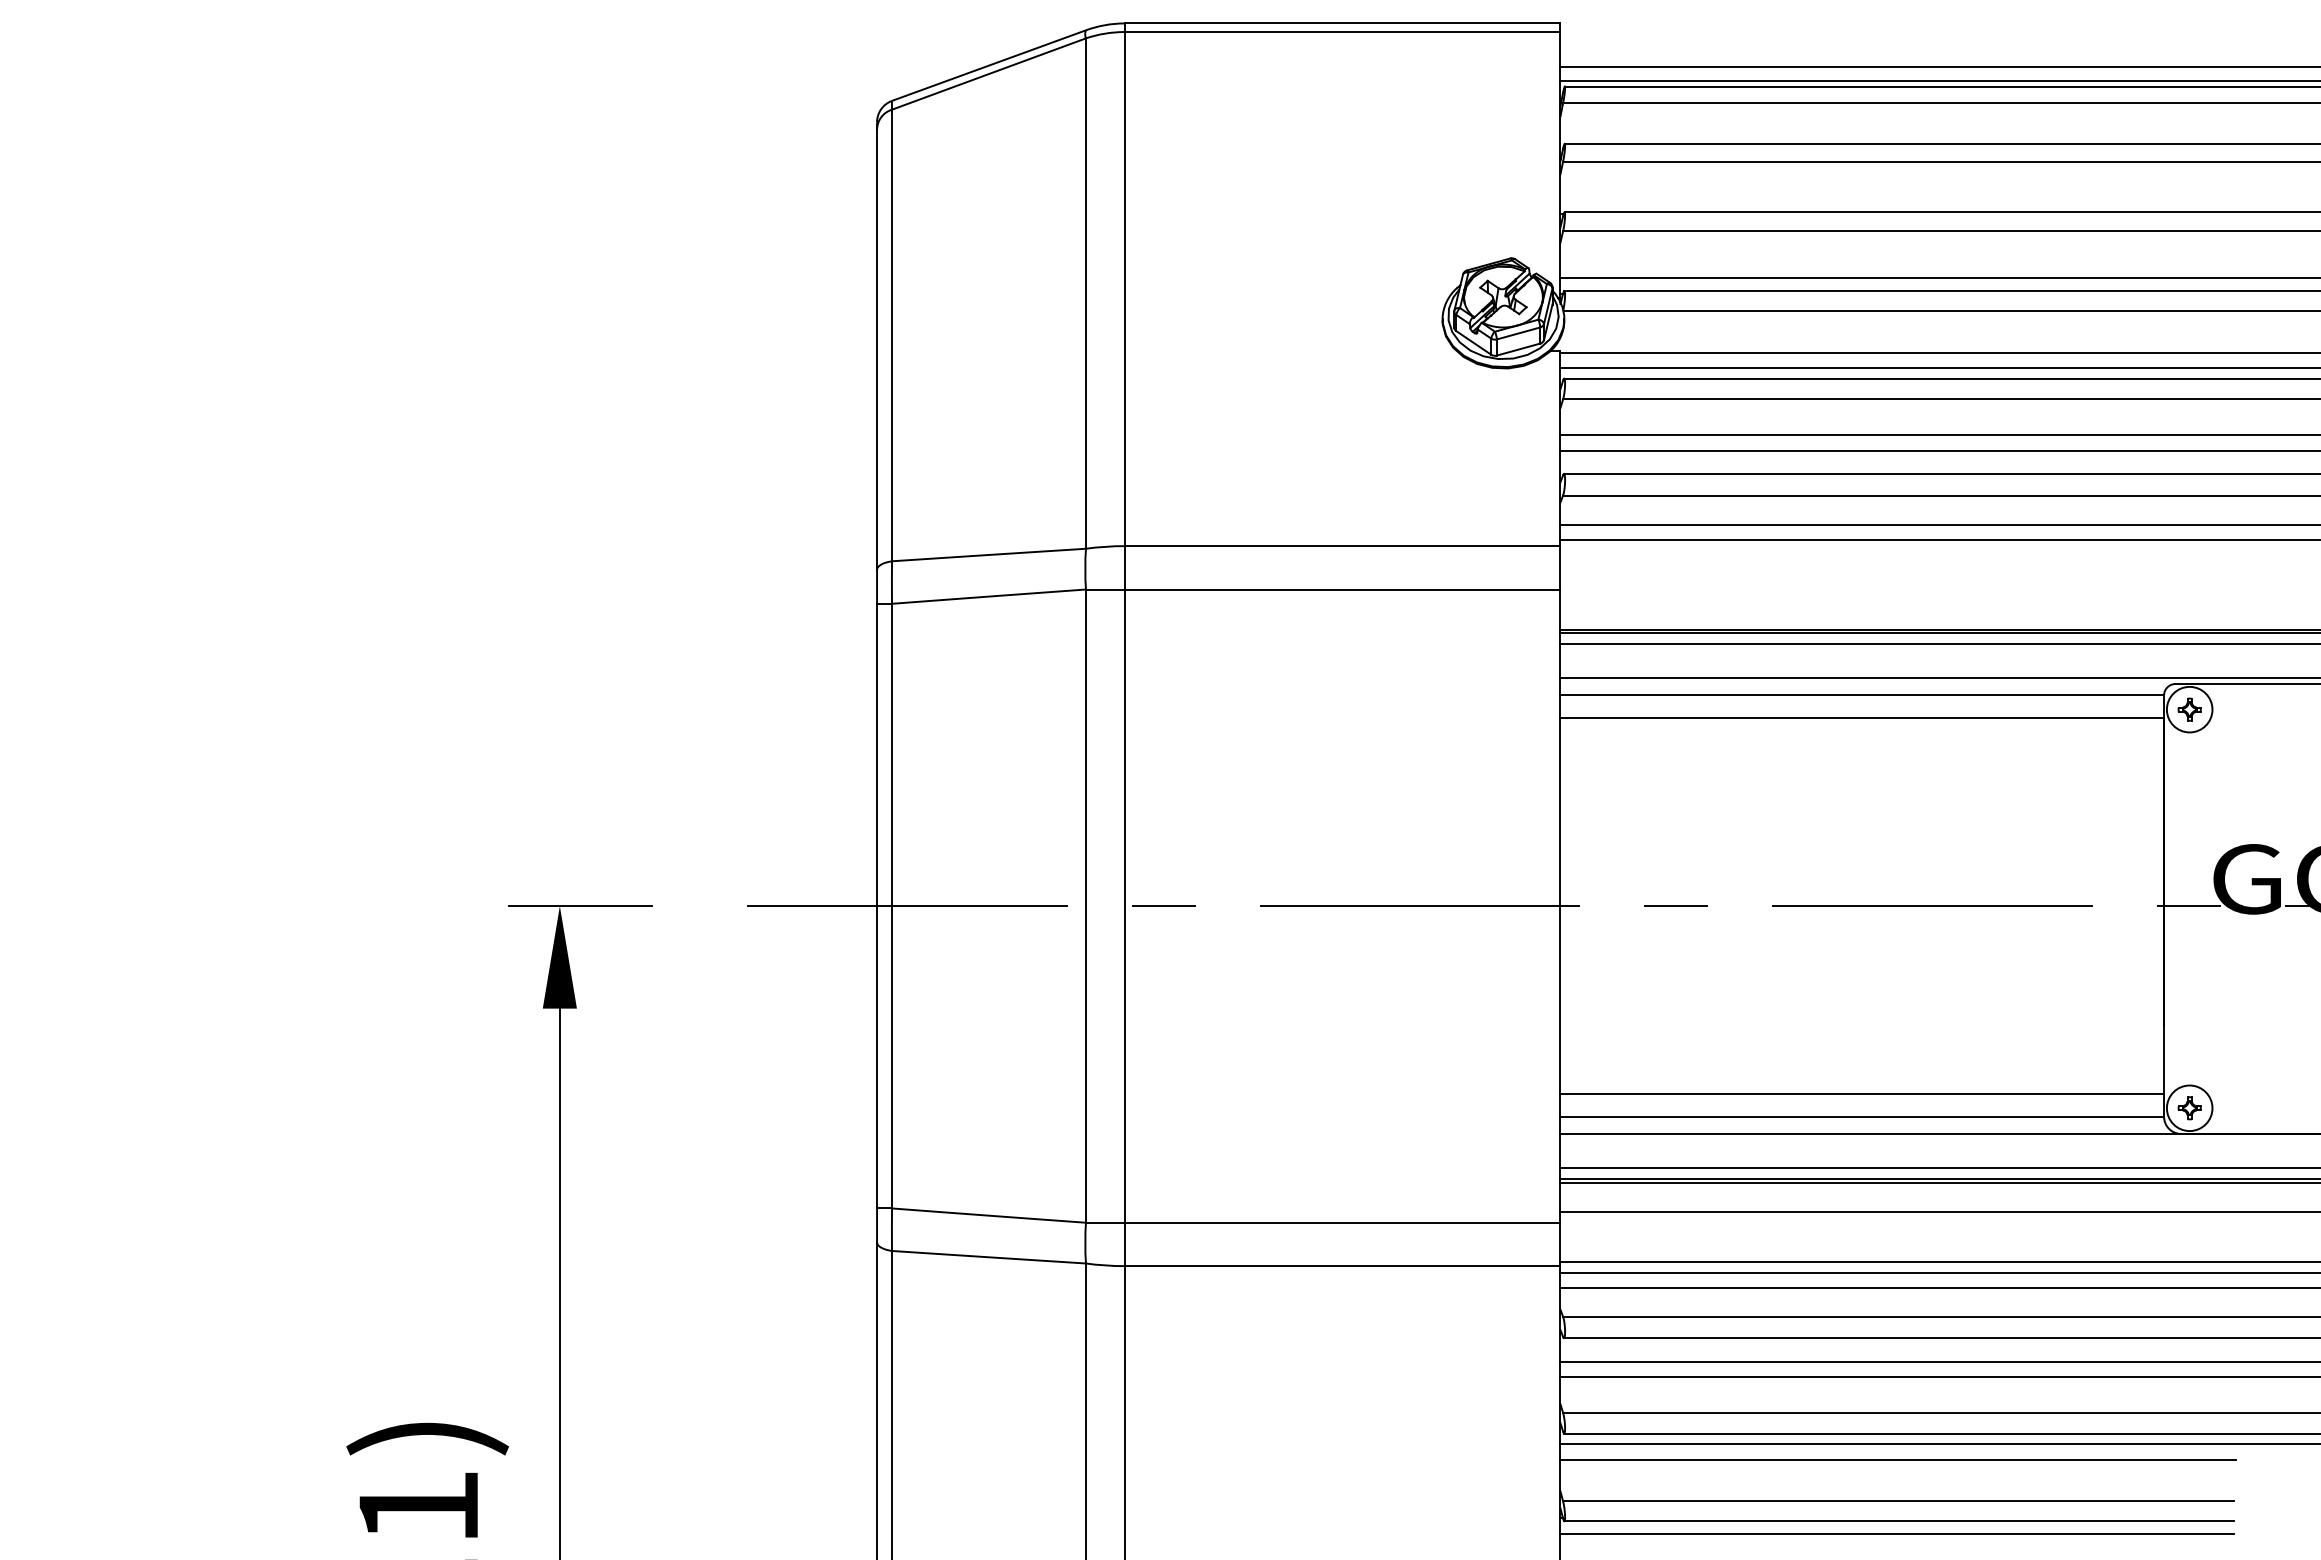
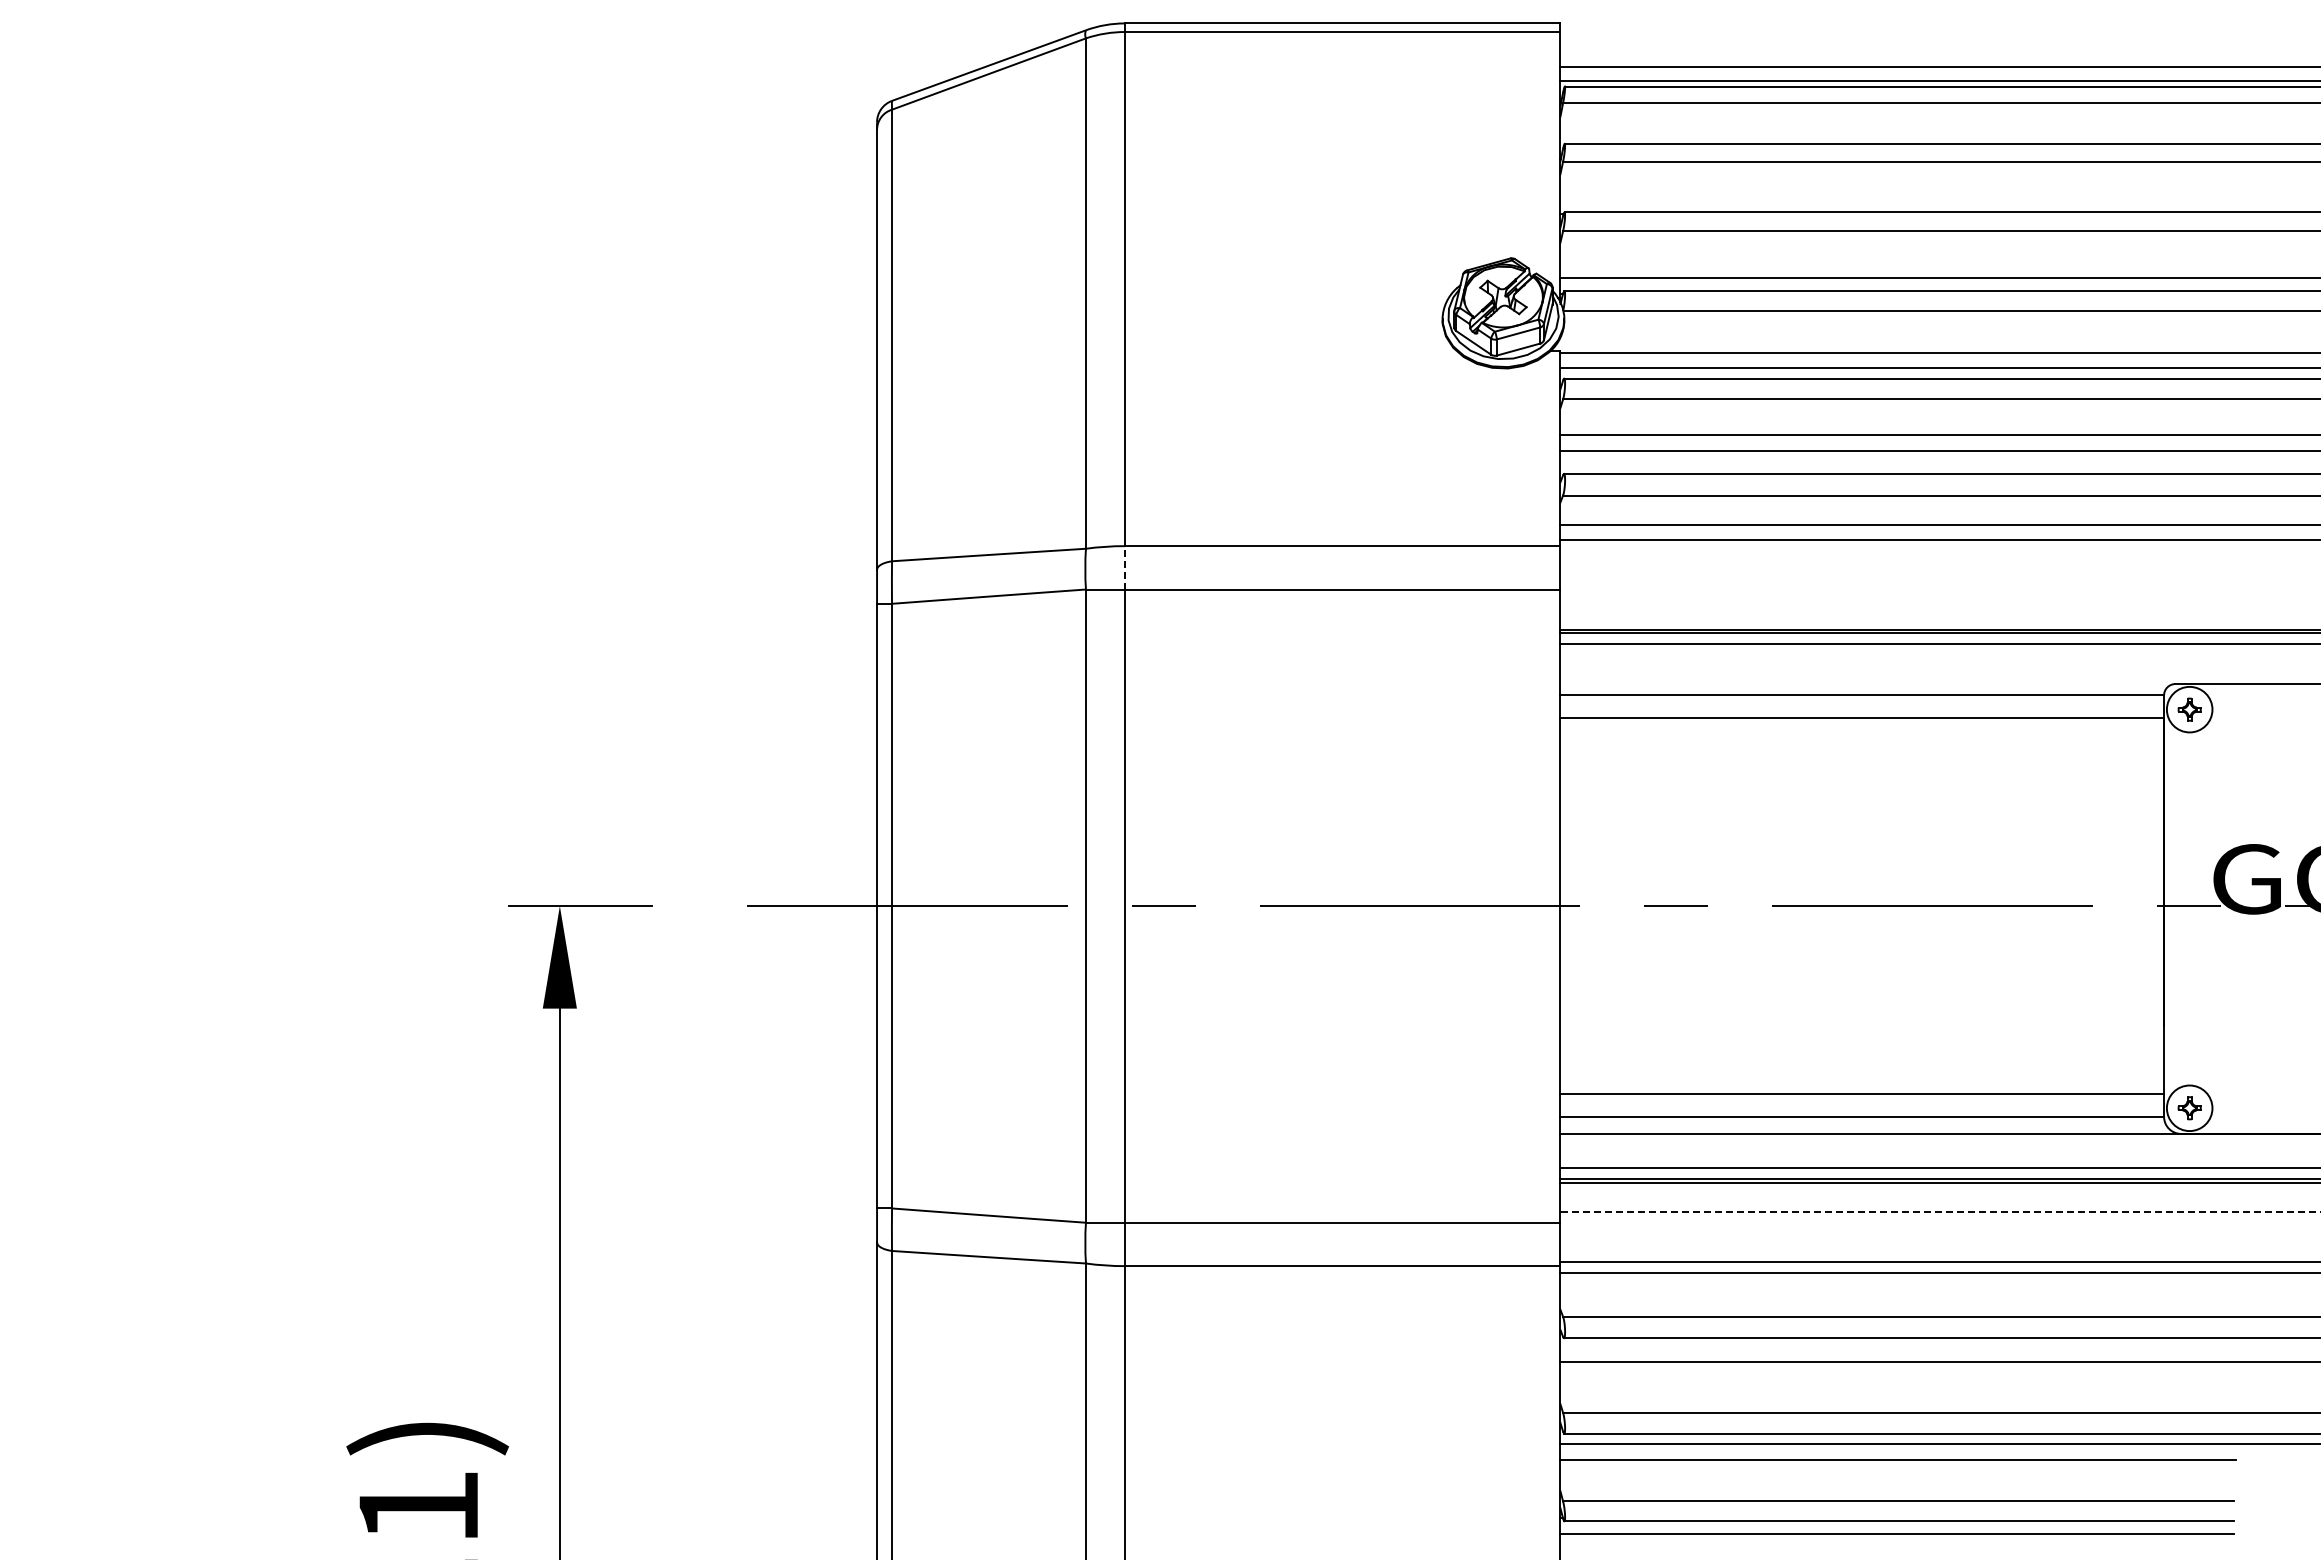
line at (1124, 567): solid -> dashed
line at (1938, 678): present -> none
line at (1940, 1212): solid -> dashed
line at (1938, 1287): present -> none
line at (1938, 1377): present -> none
